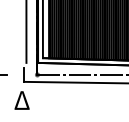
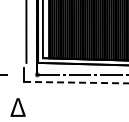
line at (77, 82): solid -> dashed
text at (21, 100) position: (21, 100) -> (17, 107)
